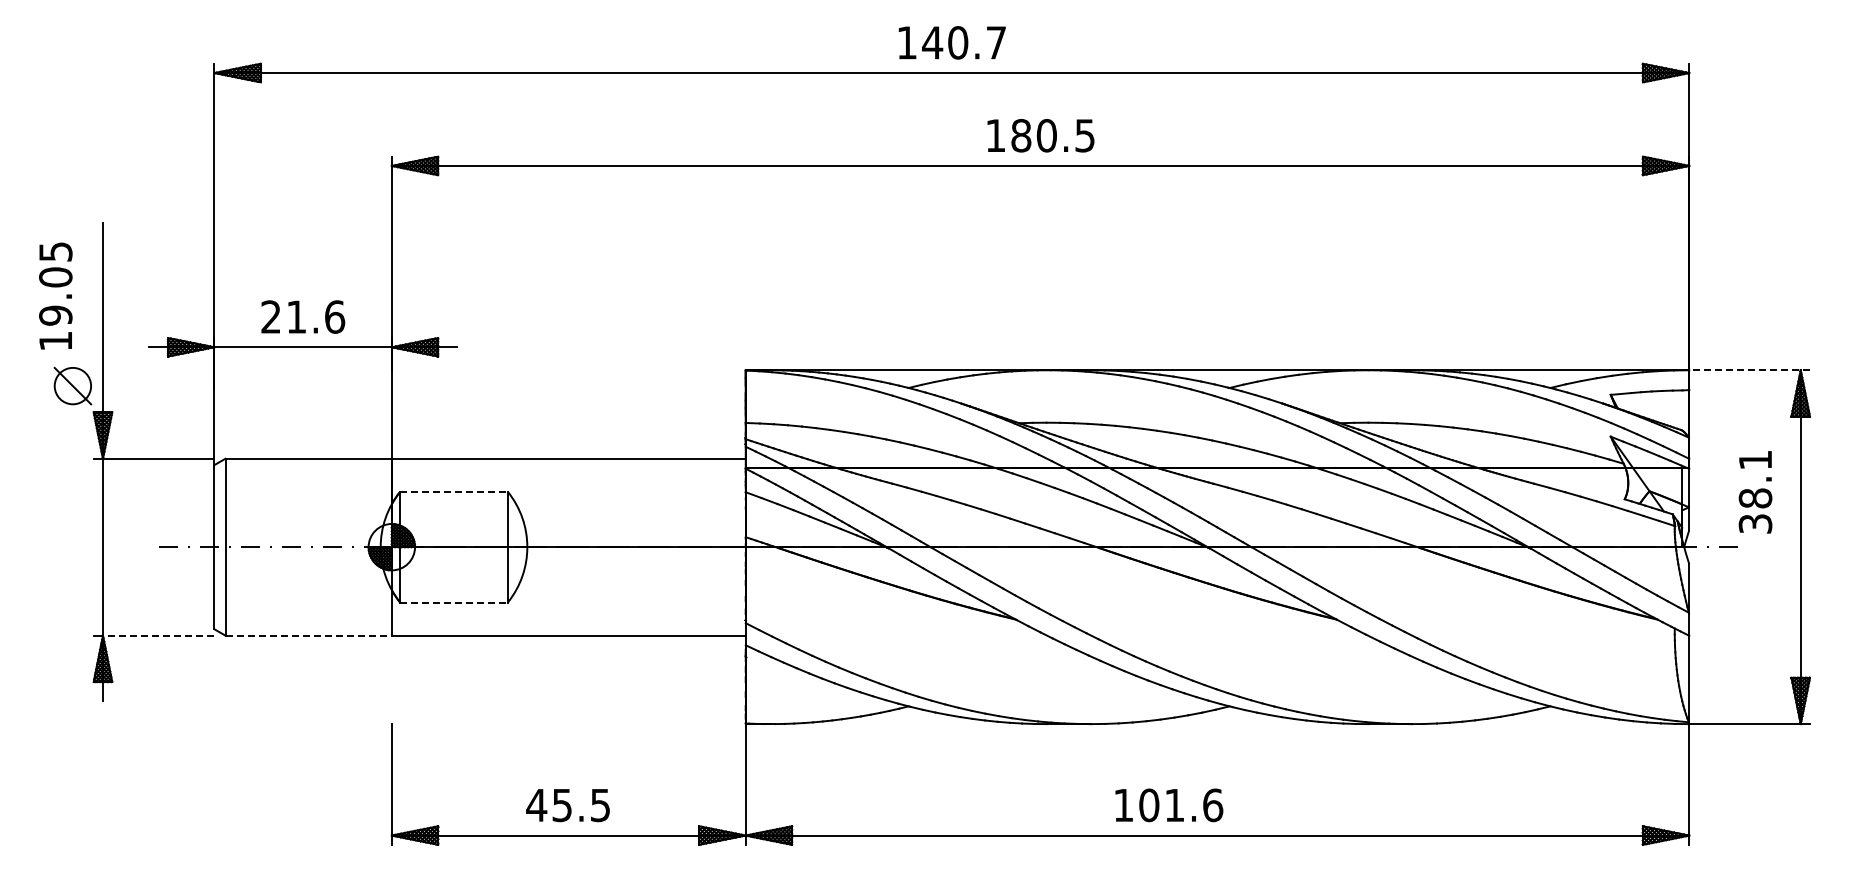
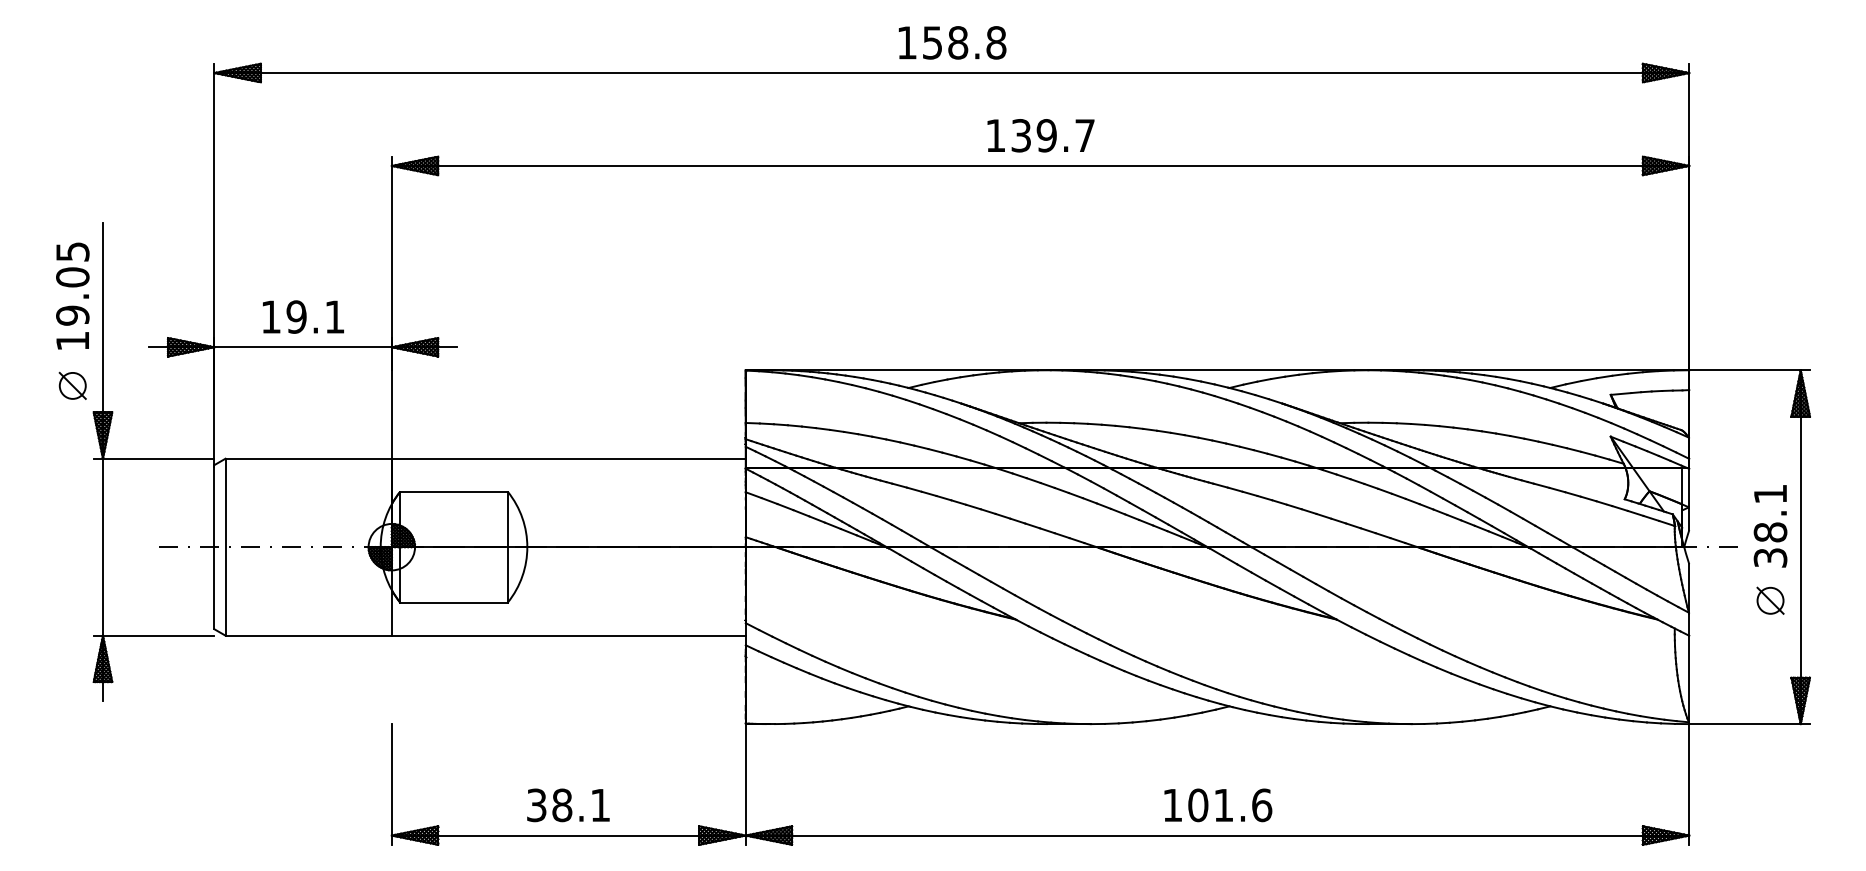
text at (964, 42): 140.7 -> 158.8
text at (1052, 135): 180.5 -> 139.7
text at (55, 295) position: (55, 295) -> (72, 295)
text at (303, 316): 21.6 -> 19.1
line at (1749, 370): dashed -> solid
part at (72, 385) size: 40x40 px -> 29x29 px
line at (454, 491): dashed -> solid
text at (1755, 492) position: (1755, 492) -> (1770, 526)
part at (1770, 600): none -> present
line at (454, 602): dashed -> solid
line at (158, 635): dashed -> solid
line at (309, 635): dashed -> solid
text at (567, 805): 45.5 -> 38.1
text at (1169, 805) position: (1169, 805) -> (1218, 805)
